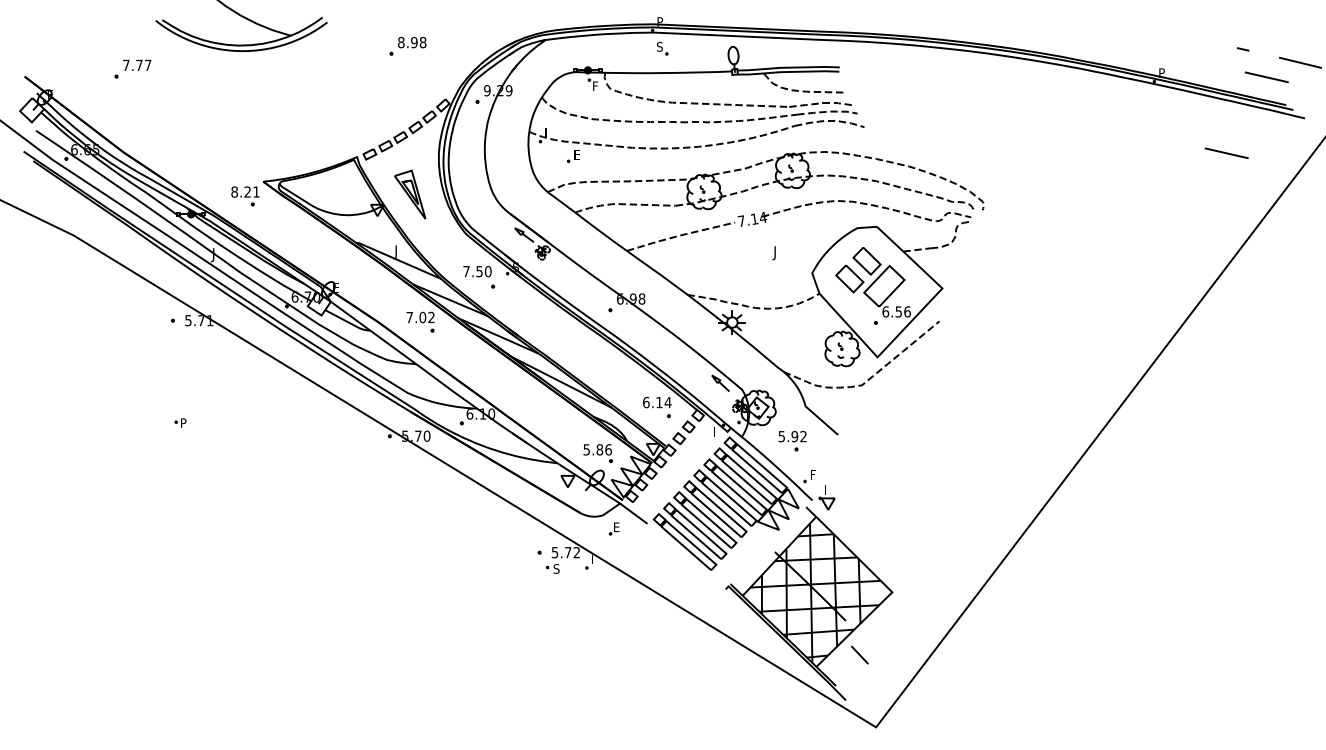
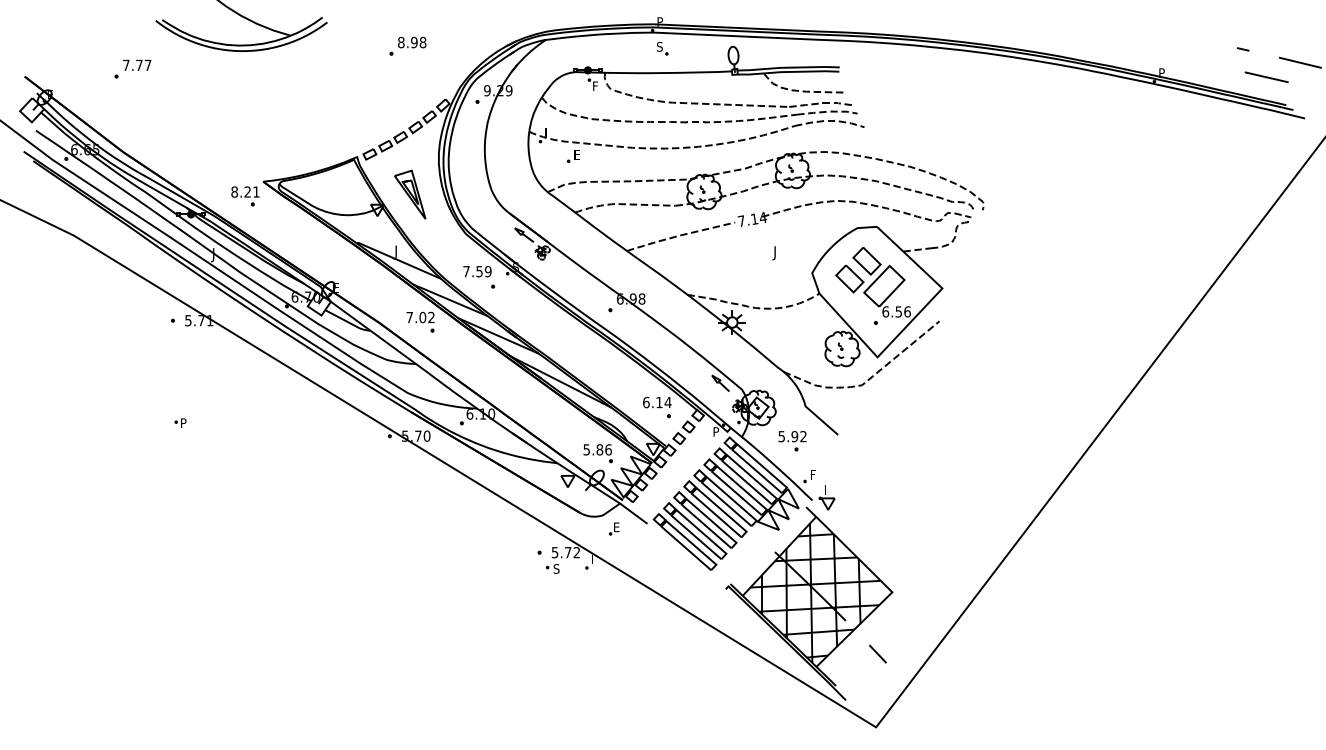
line at (1226, 153): present -> none
text at (487, 271): 7.50 -> 7.59
text at (716, 431): I -> P
line at (859, 654) position: (859, 654) -> (877, 653)
